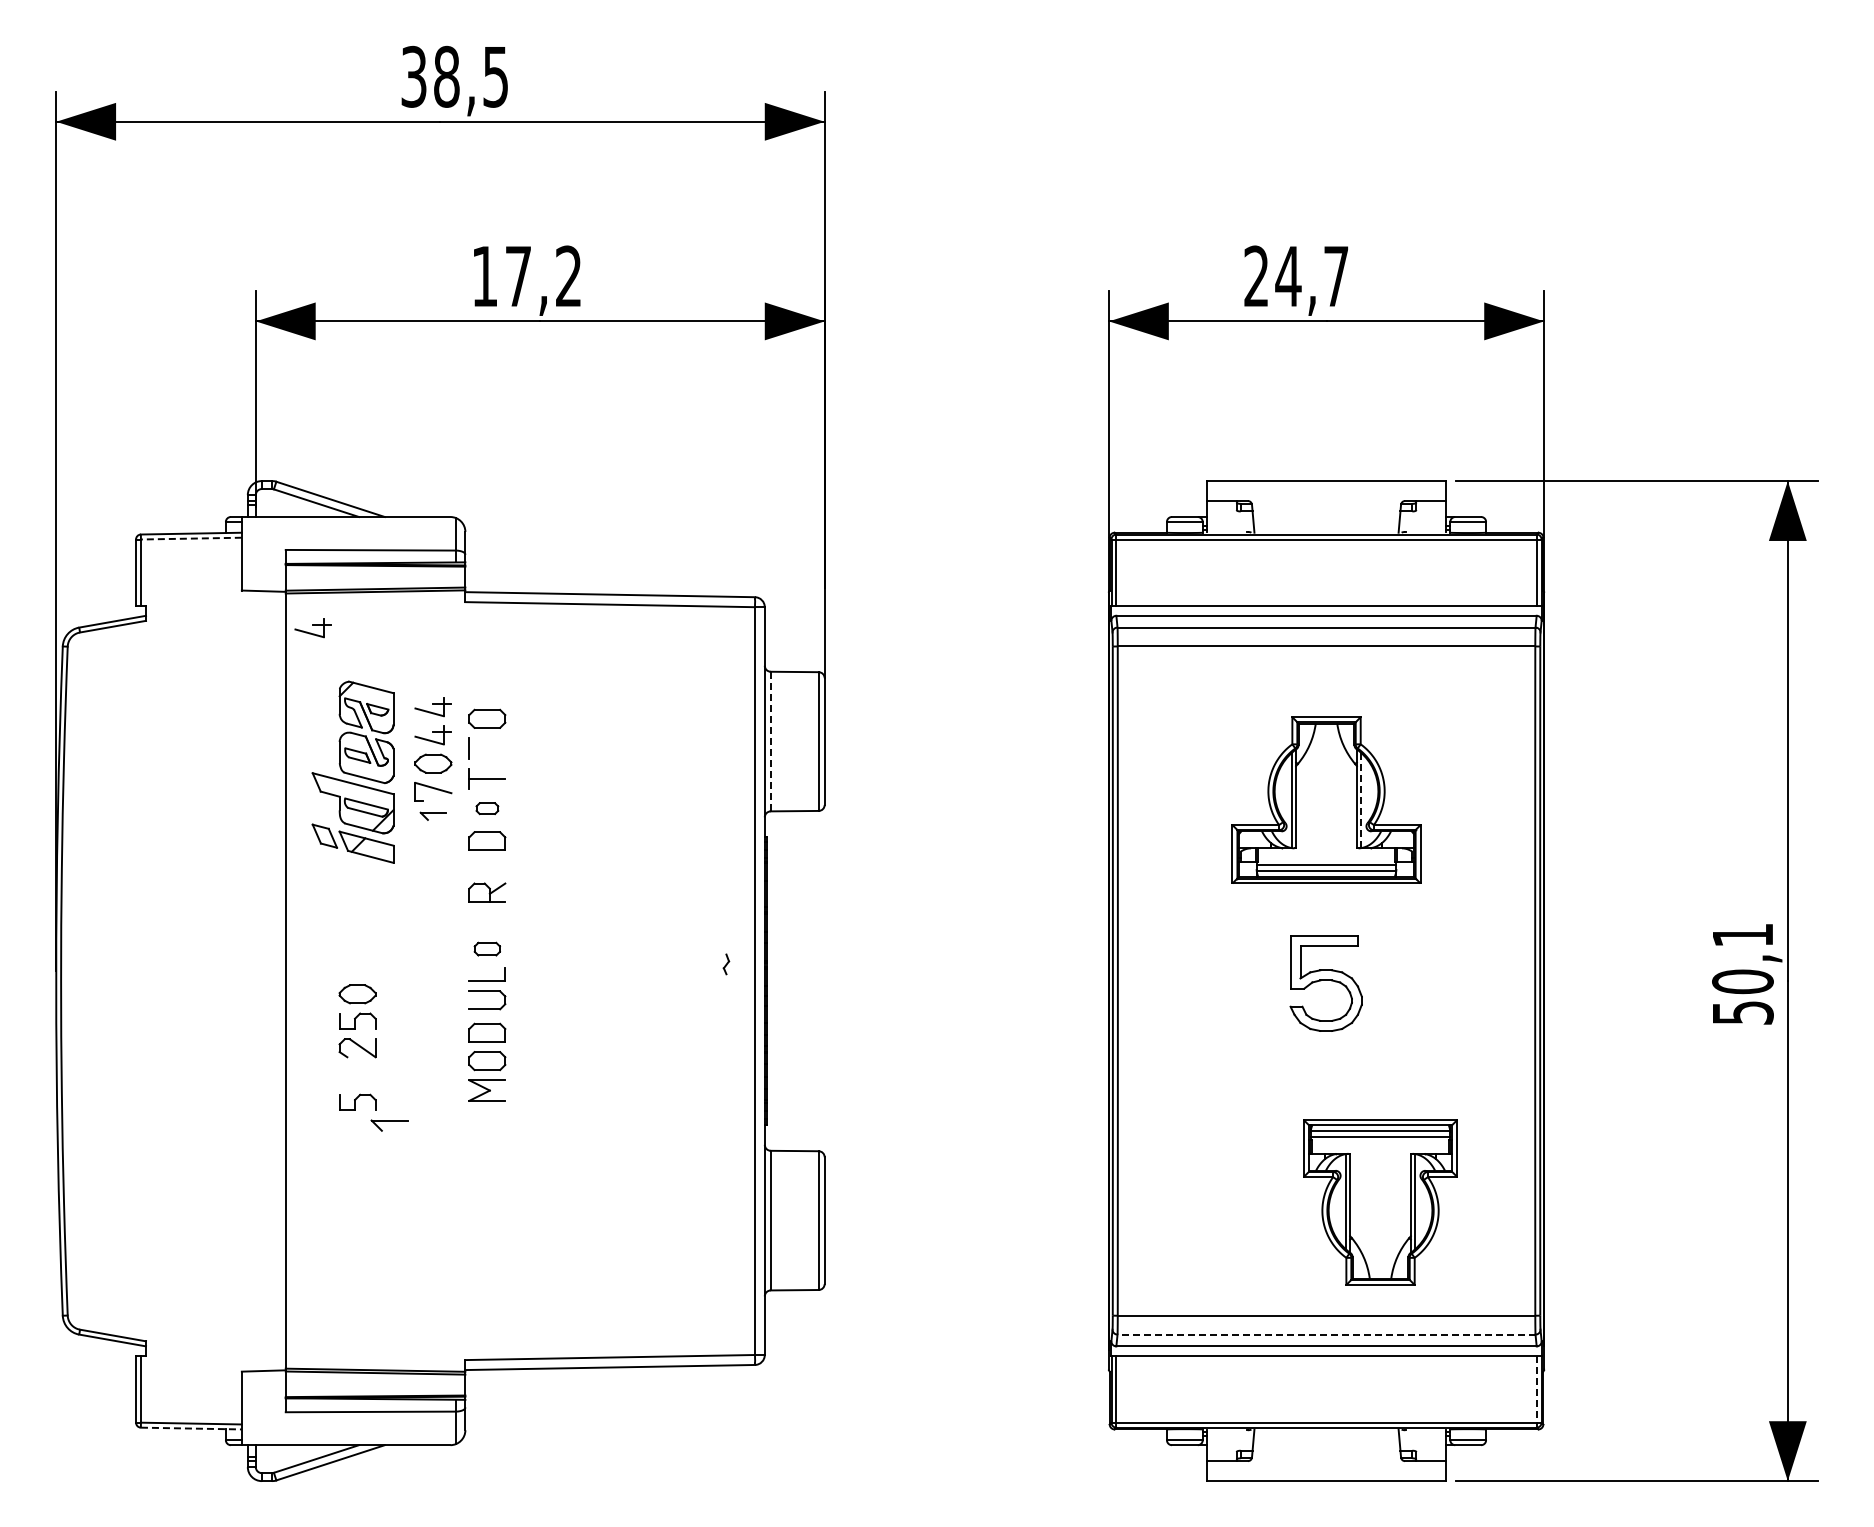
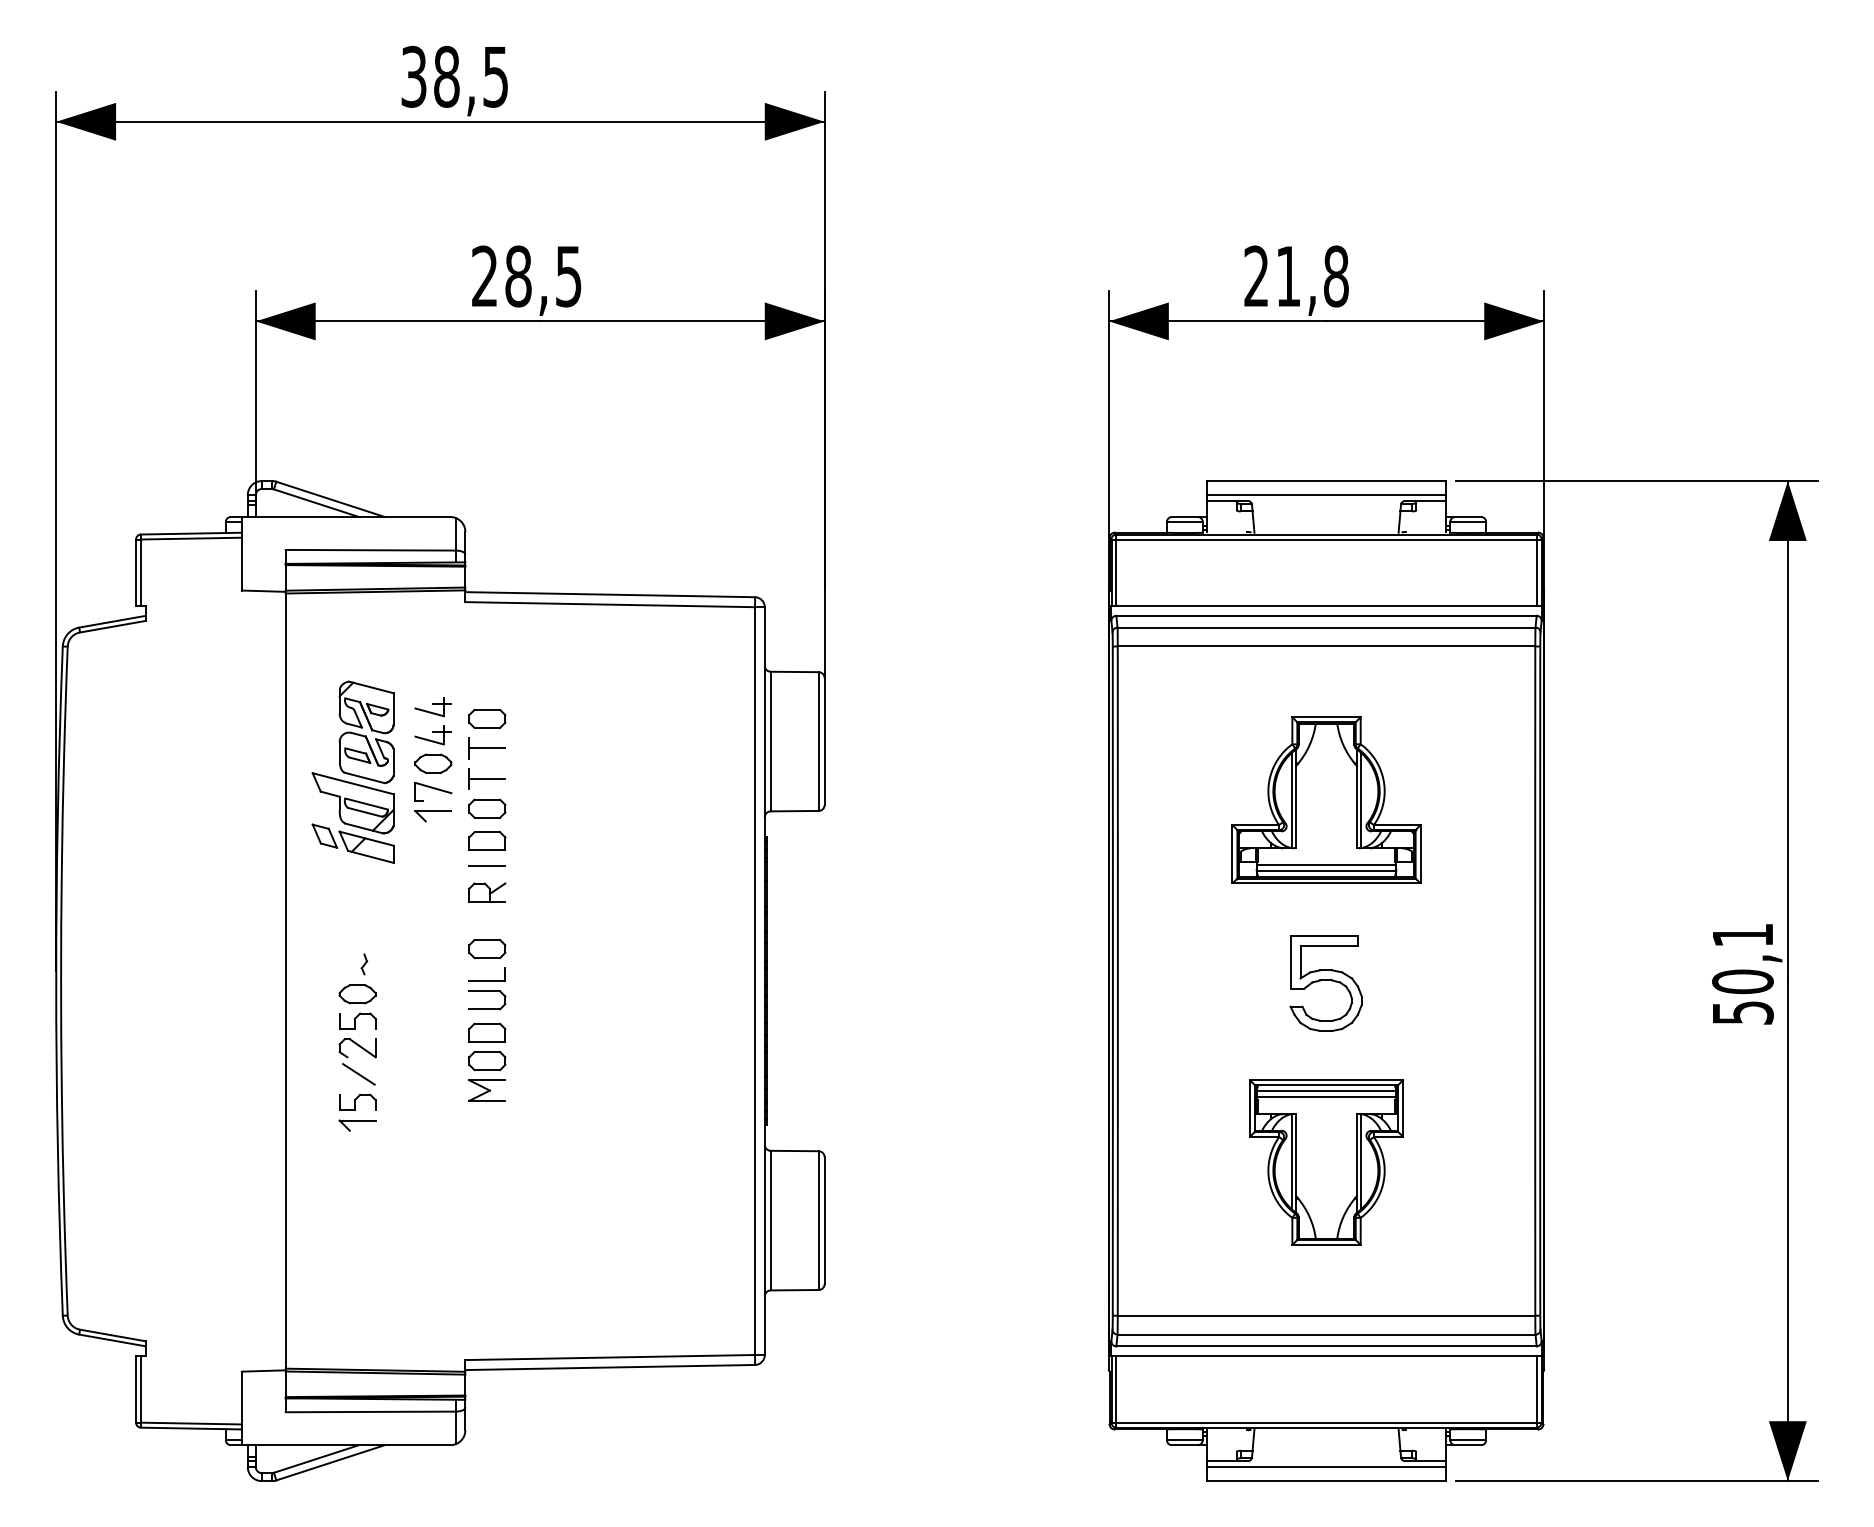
text at (526, 276): 17,2 -> 28,5
text at (1311, 276): 24,7 -> 21,8
line at (1326, 495): none -> present
line at (190, 538): dashed -> solid
part at (312, 628): present -> none
line at (770, 741): dashed -> solid
line at (487, 748): none -> present
line at (1361, 800): dashed -> solid
part at (487, 808) size: 25x14 px -> 39x21 px
part at (432, 815) size: 28x10 px -> 38x13 px
line at (487, 866): none -> present
part at (486, 948) size: 28x16 px -> 39x21 px
part at (726, 964) position: (726, 964) -> (364, 964)
line at (358, 1074): none -> present
part at (389, 1125) position: (389, 1125) -> (357, 1125)
part at (1380, 1202) position: (1380, 1202) -> (1326, 1162)
line at (1326, 1334): dashed -> solid
line at (1536, 1392): dashed -> solid
line at (191, 1428): dashed -> solid
line at (1326, 1467): none -> present
